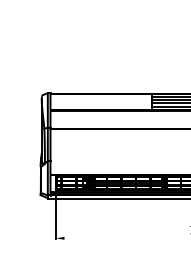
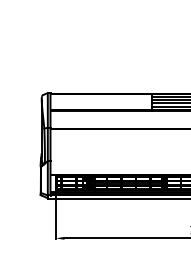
line at (125, 238): none -> present
